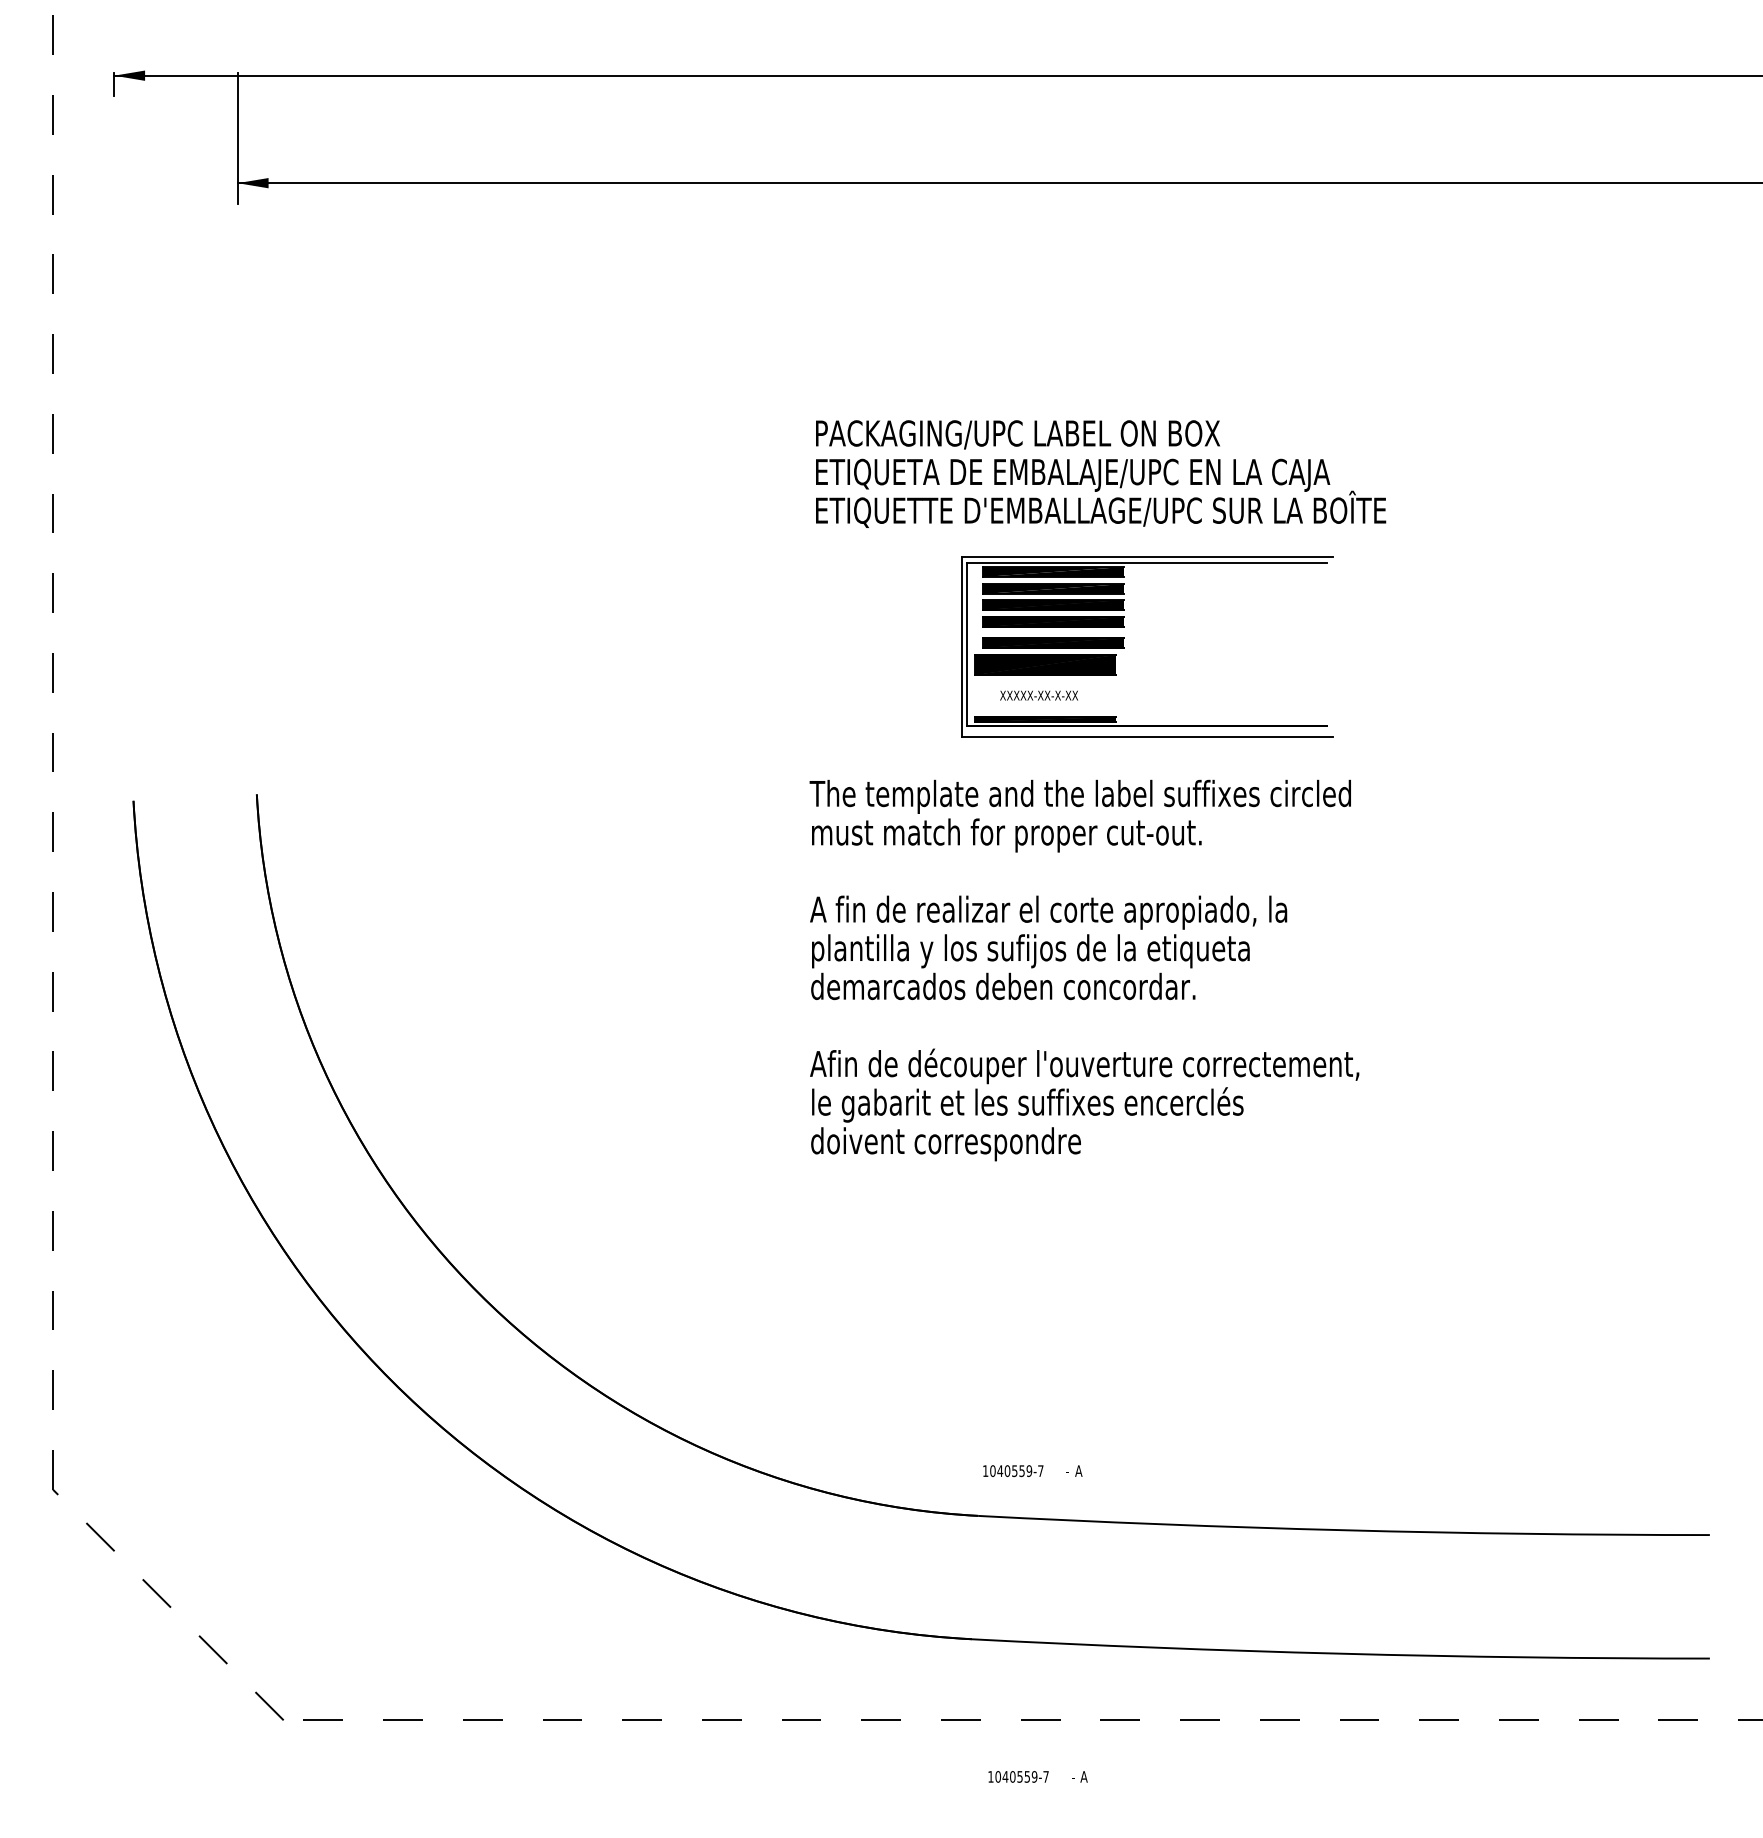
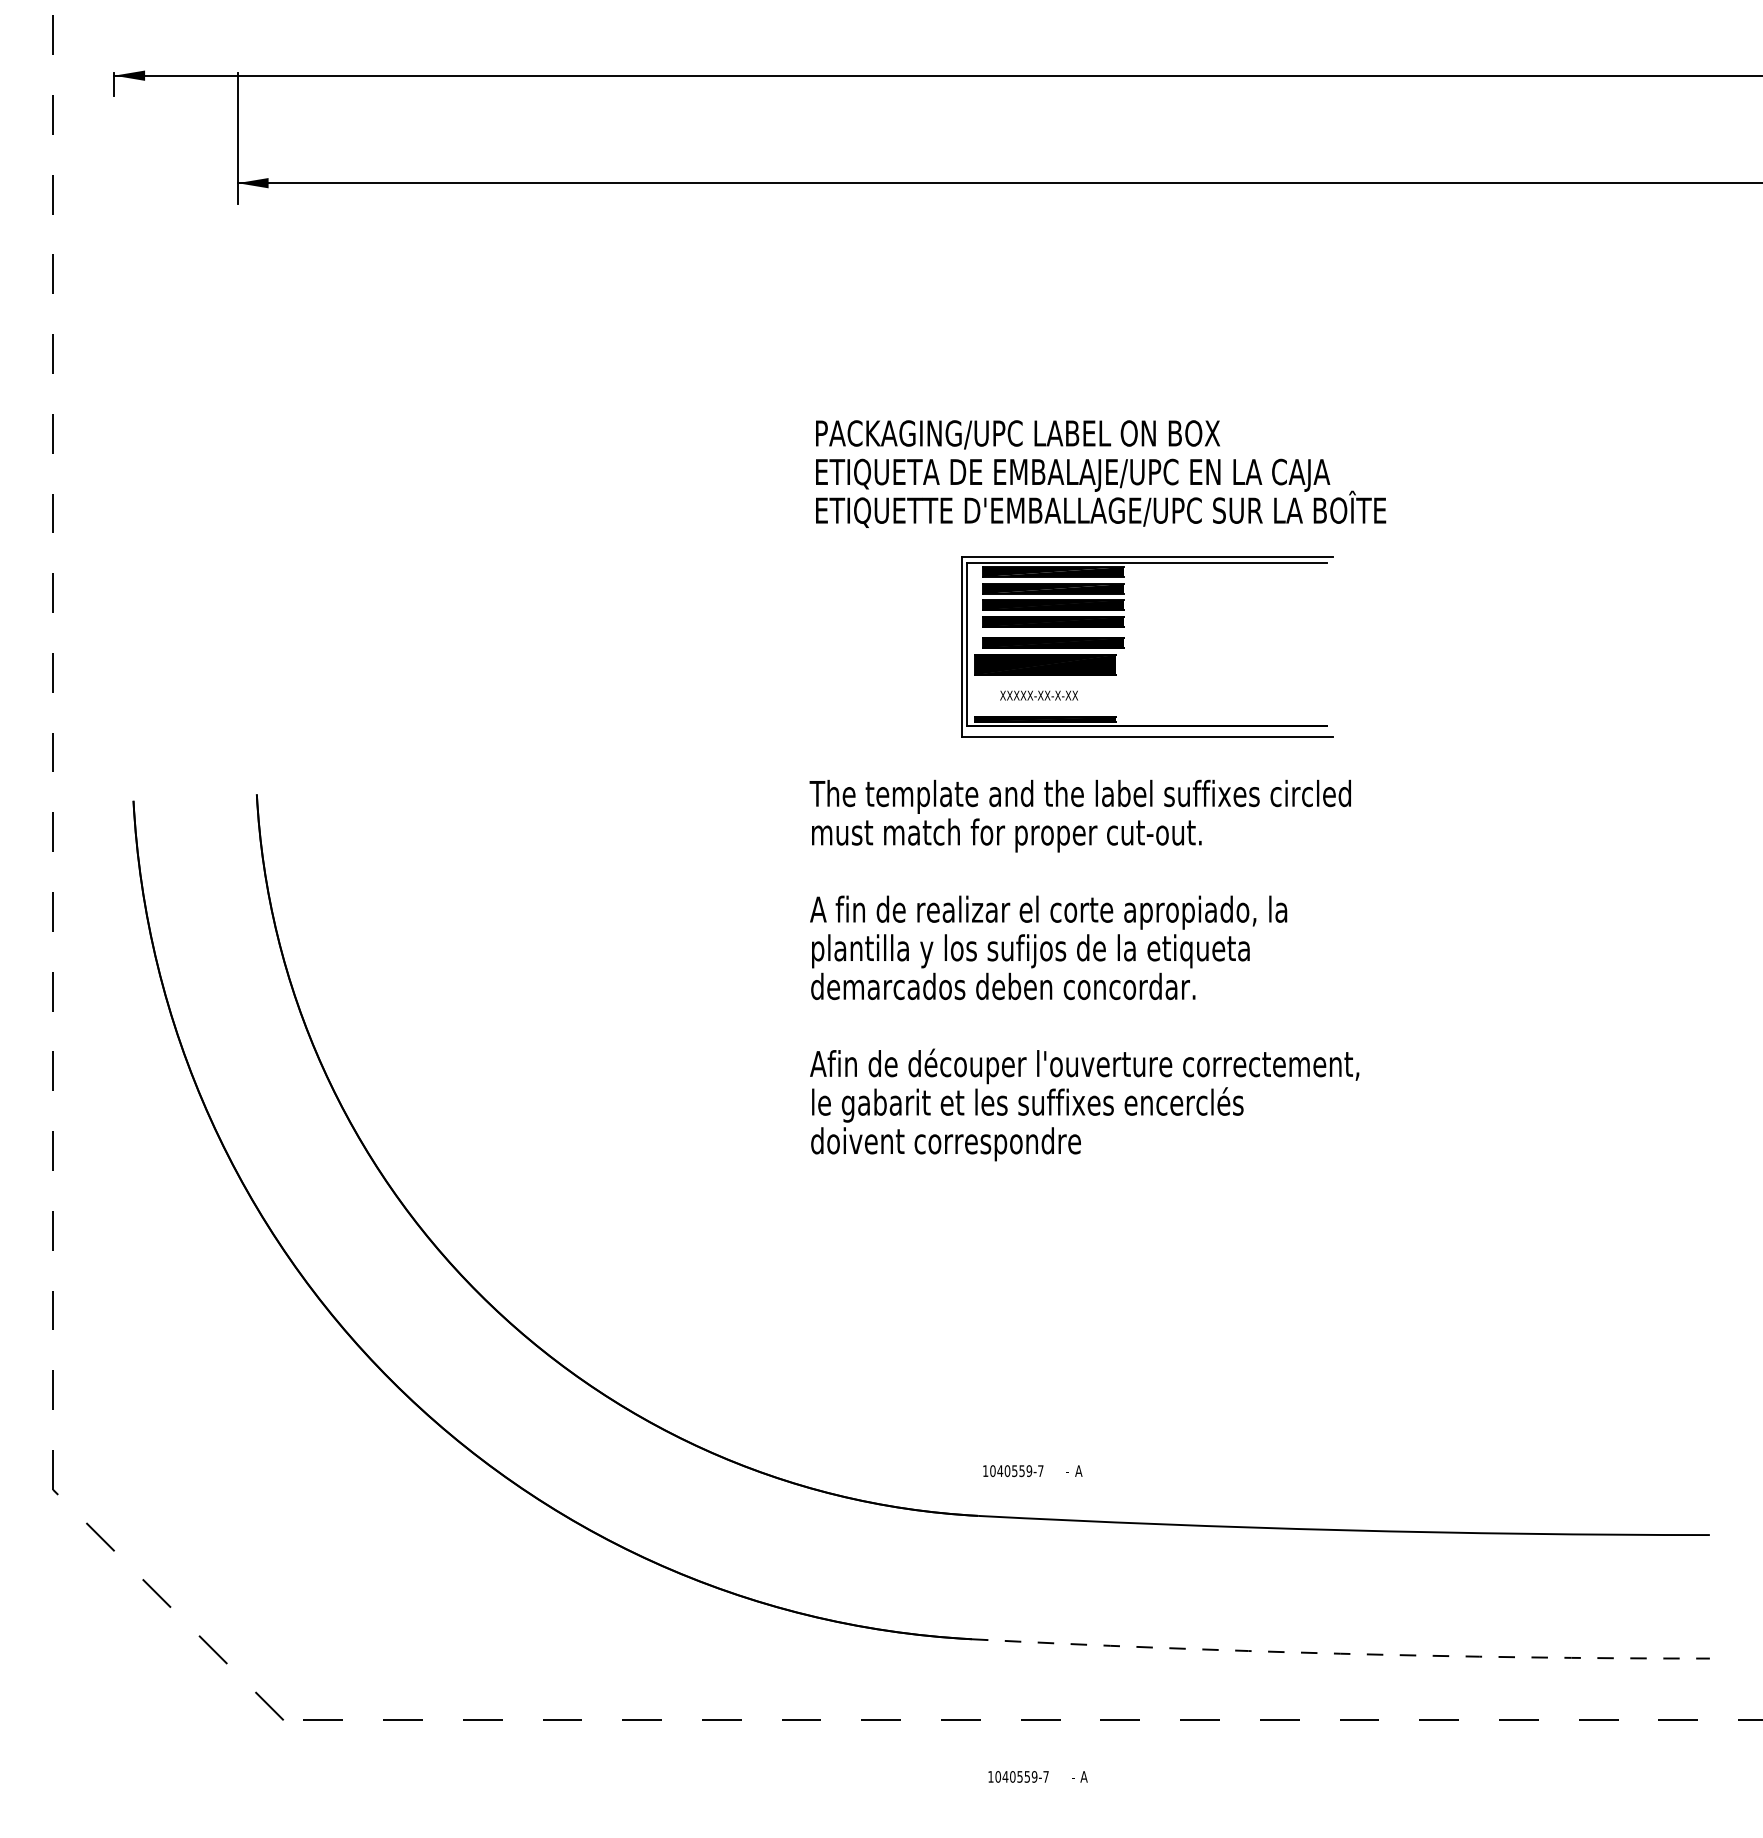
arc at (1340, 1653): solid -> dashed
